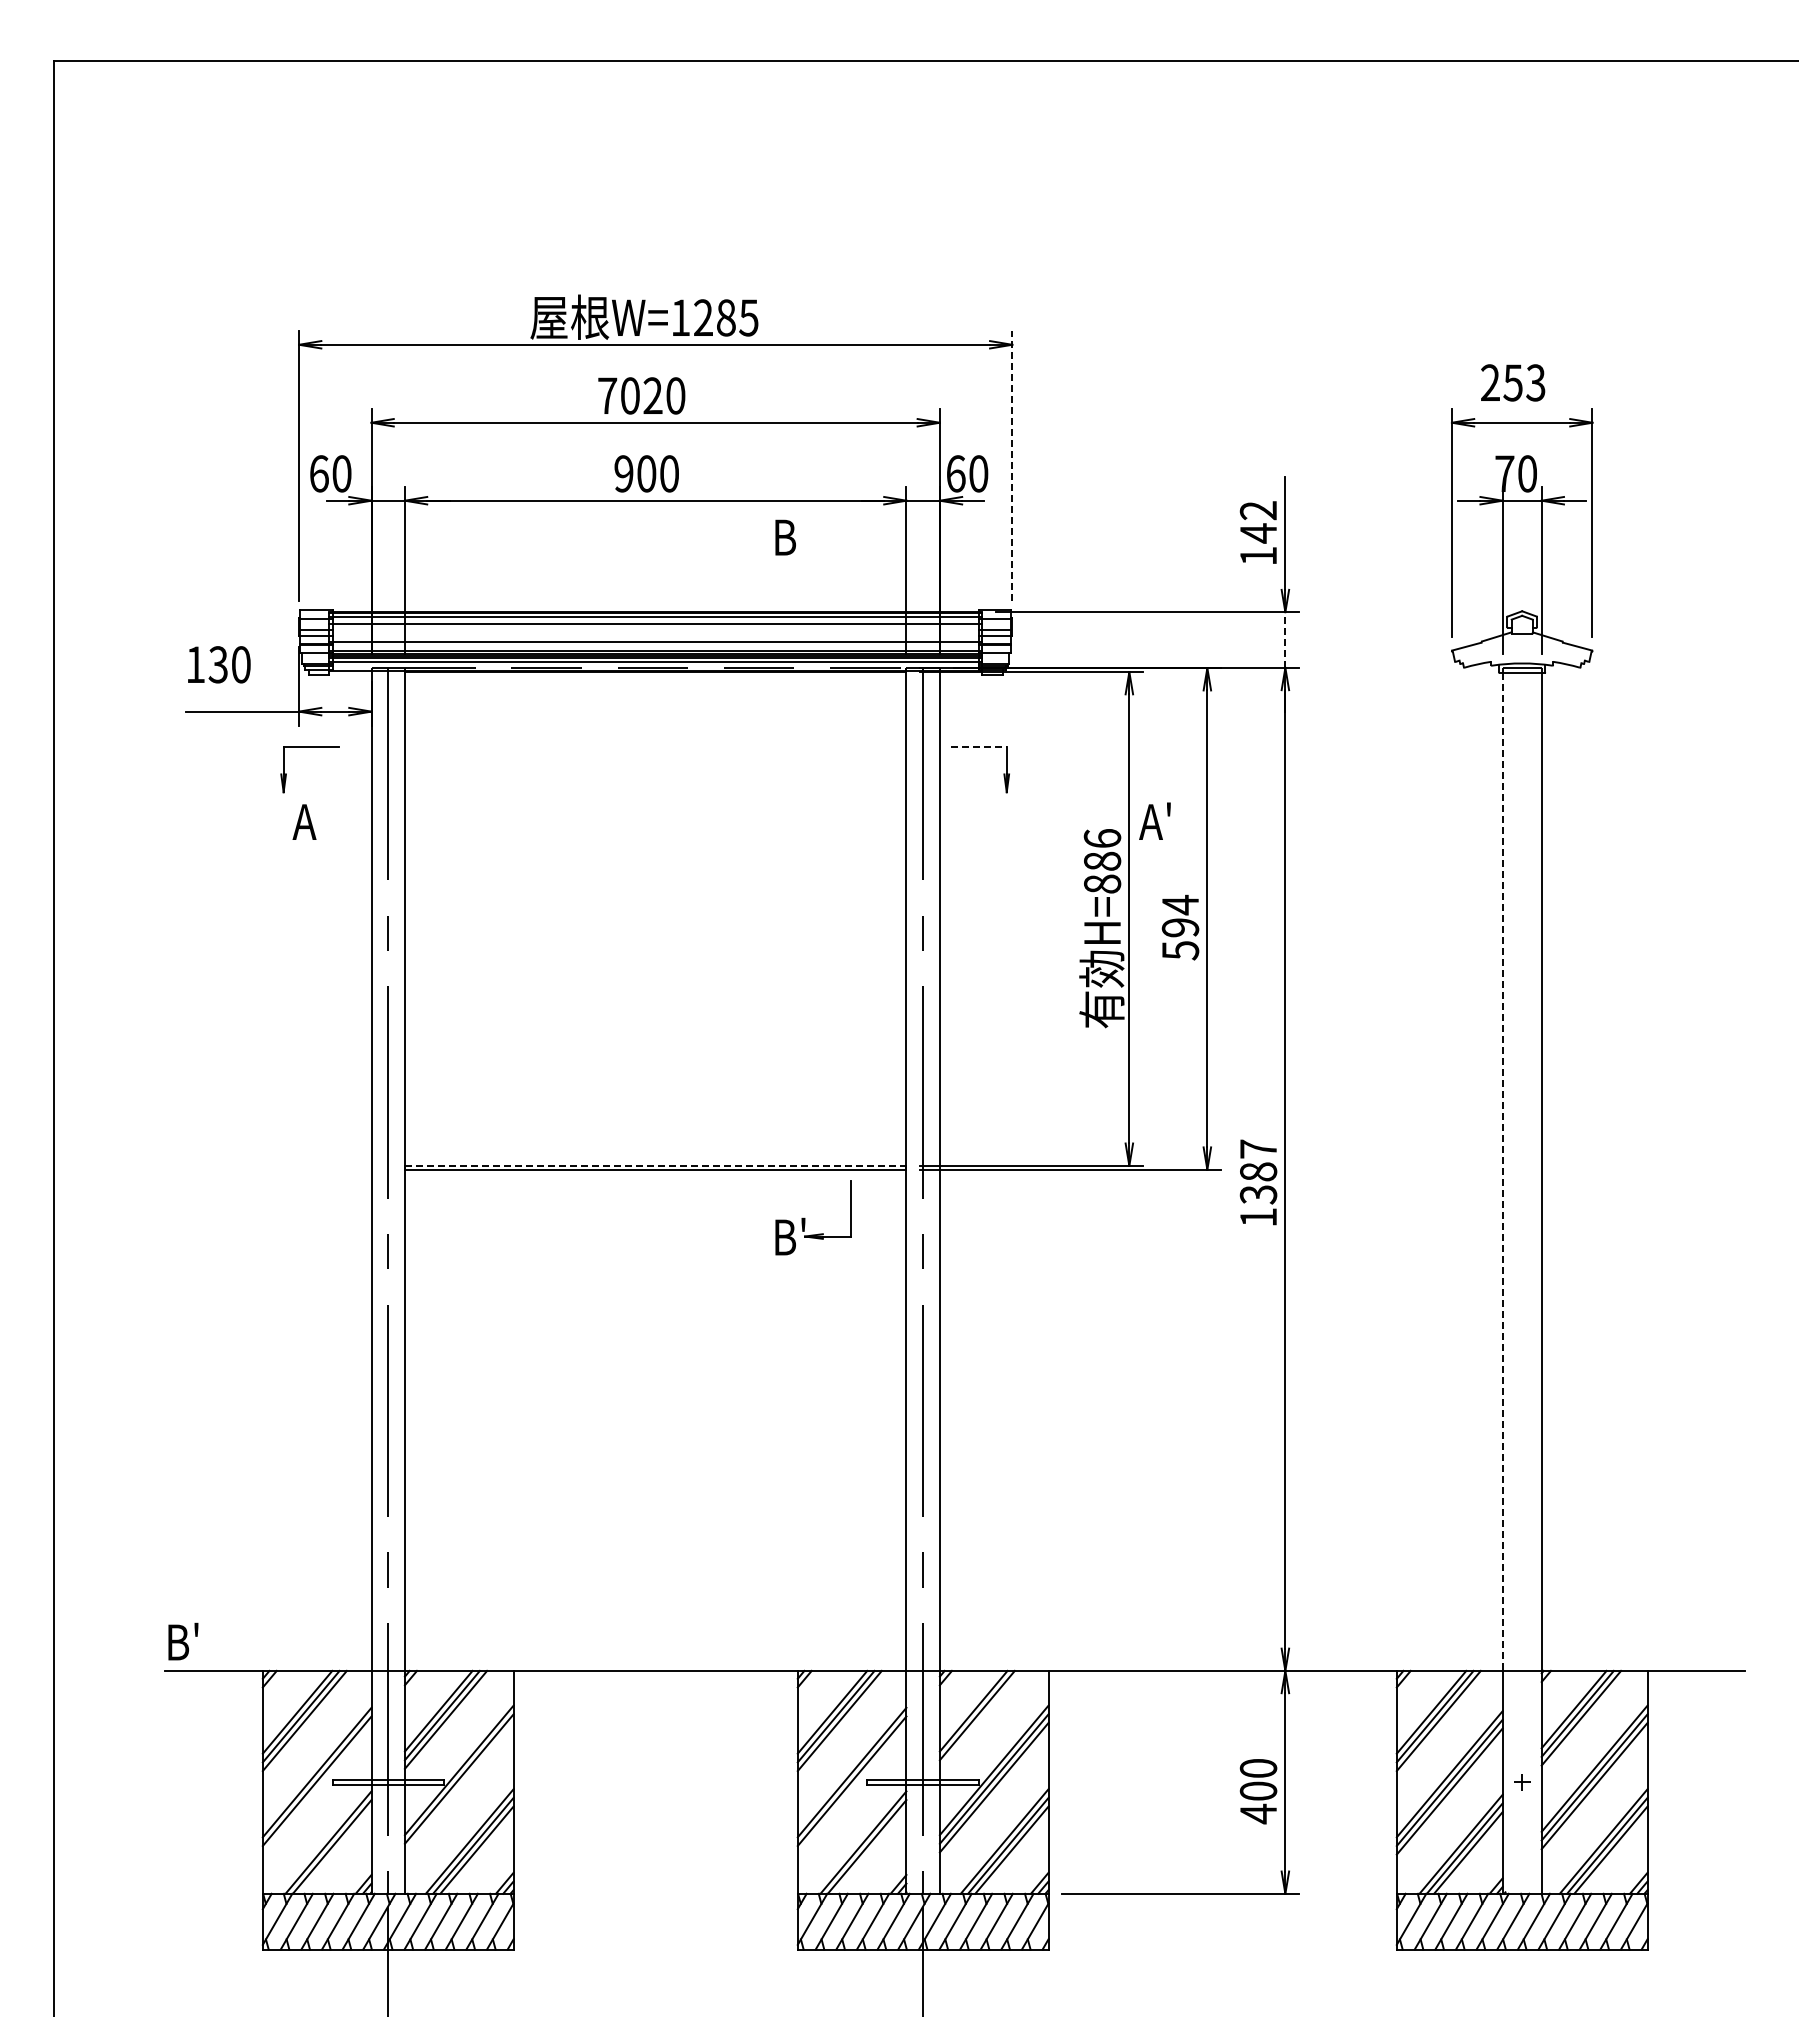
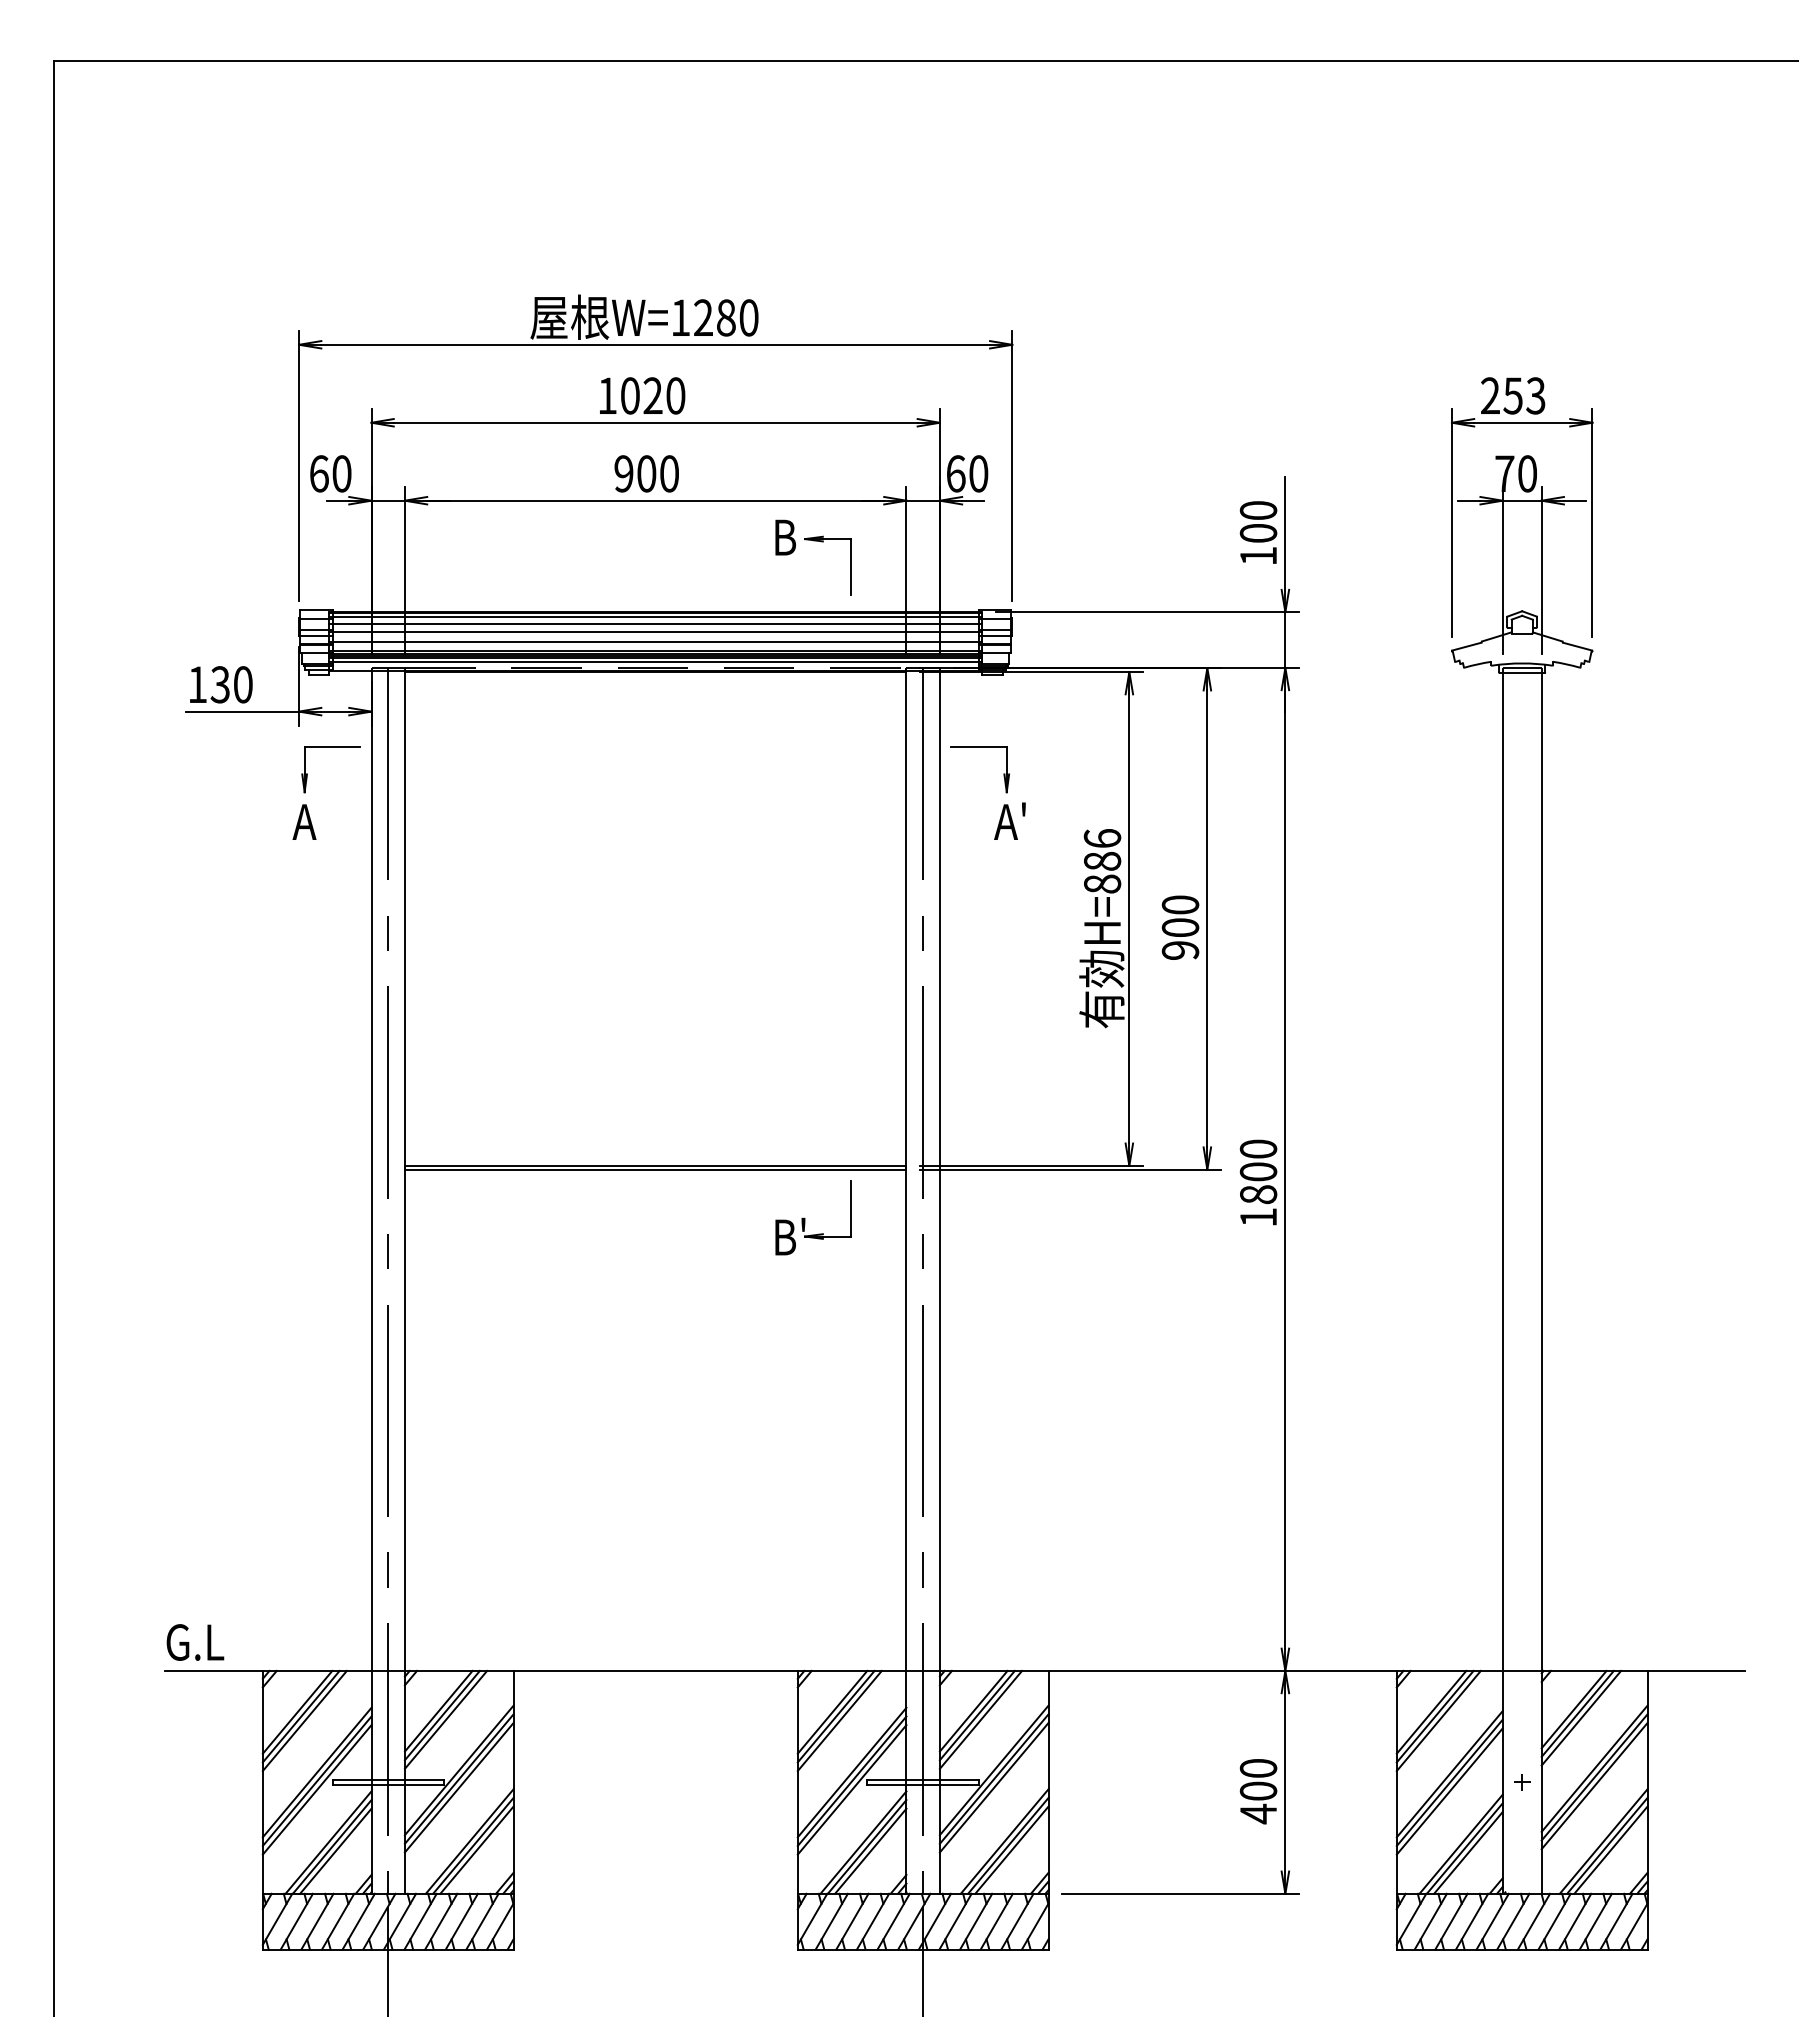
text at (748, 317): W=1285 -> W=1280
text at (1513, 382) position: (1513, 382) -> (1513, 395)
text at (607, 395): 7020 -> 1020
line at (1012, 465): dashed -> solid
text at (1258, 522): 142 -> 100
part at (850, 565): none -> present
line at (655, 632): none -> present
line at (1285, 640): dashed -> solid
text at (219, 664) position: (219, 664) -> (221, 684)
line at (978, 746): dashed -> solid
part at (309, 747) position: (309, 747) -> (330, 747)
text at (1154, 820) position: (1154, 820) -> (1009, 820)
text at (1180, 927): 594 -> 900
line at (655, 1165): dashed -> solid
text at (1258, 1171): 1387 -> 1800
line at (1502, 1172): dashed -> solid
text at (195, 1641): B' -> G.L
line at (980, 1719): none -> present
line at (458, 1787): none -> present
line at (316, 1789): none -> present
line at (851, 1789): none -> present
line at (335, 1850): none -> present
line at (870, 1850): none -> present
